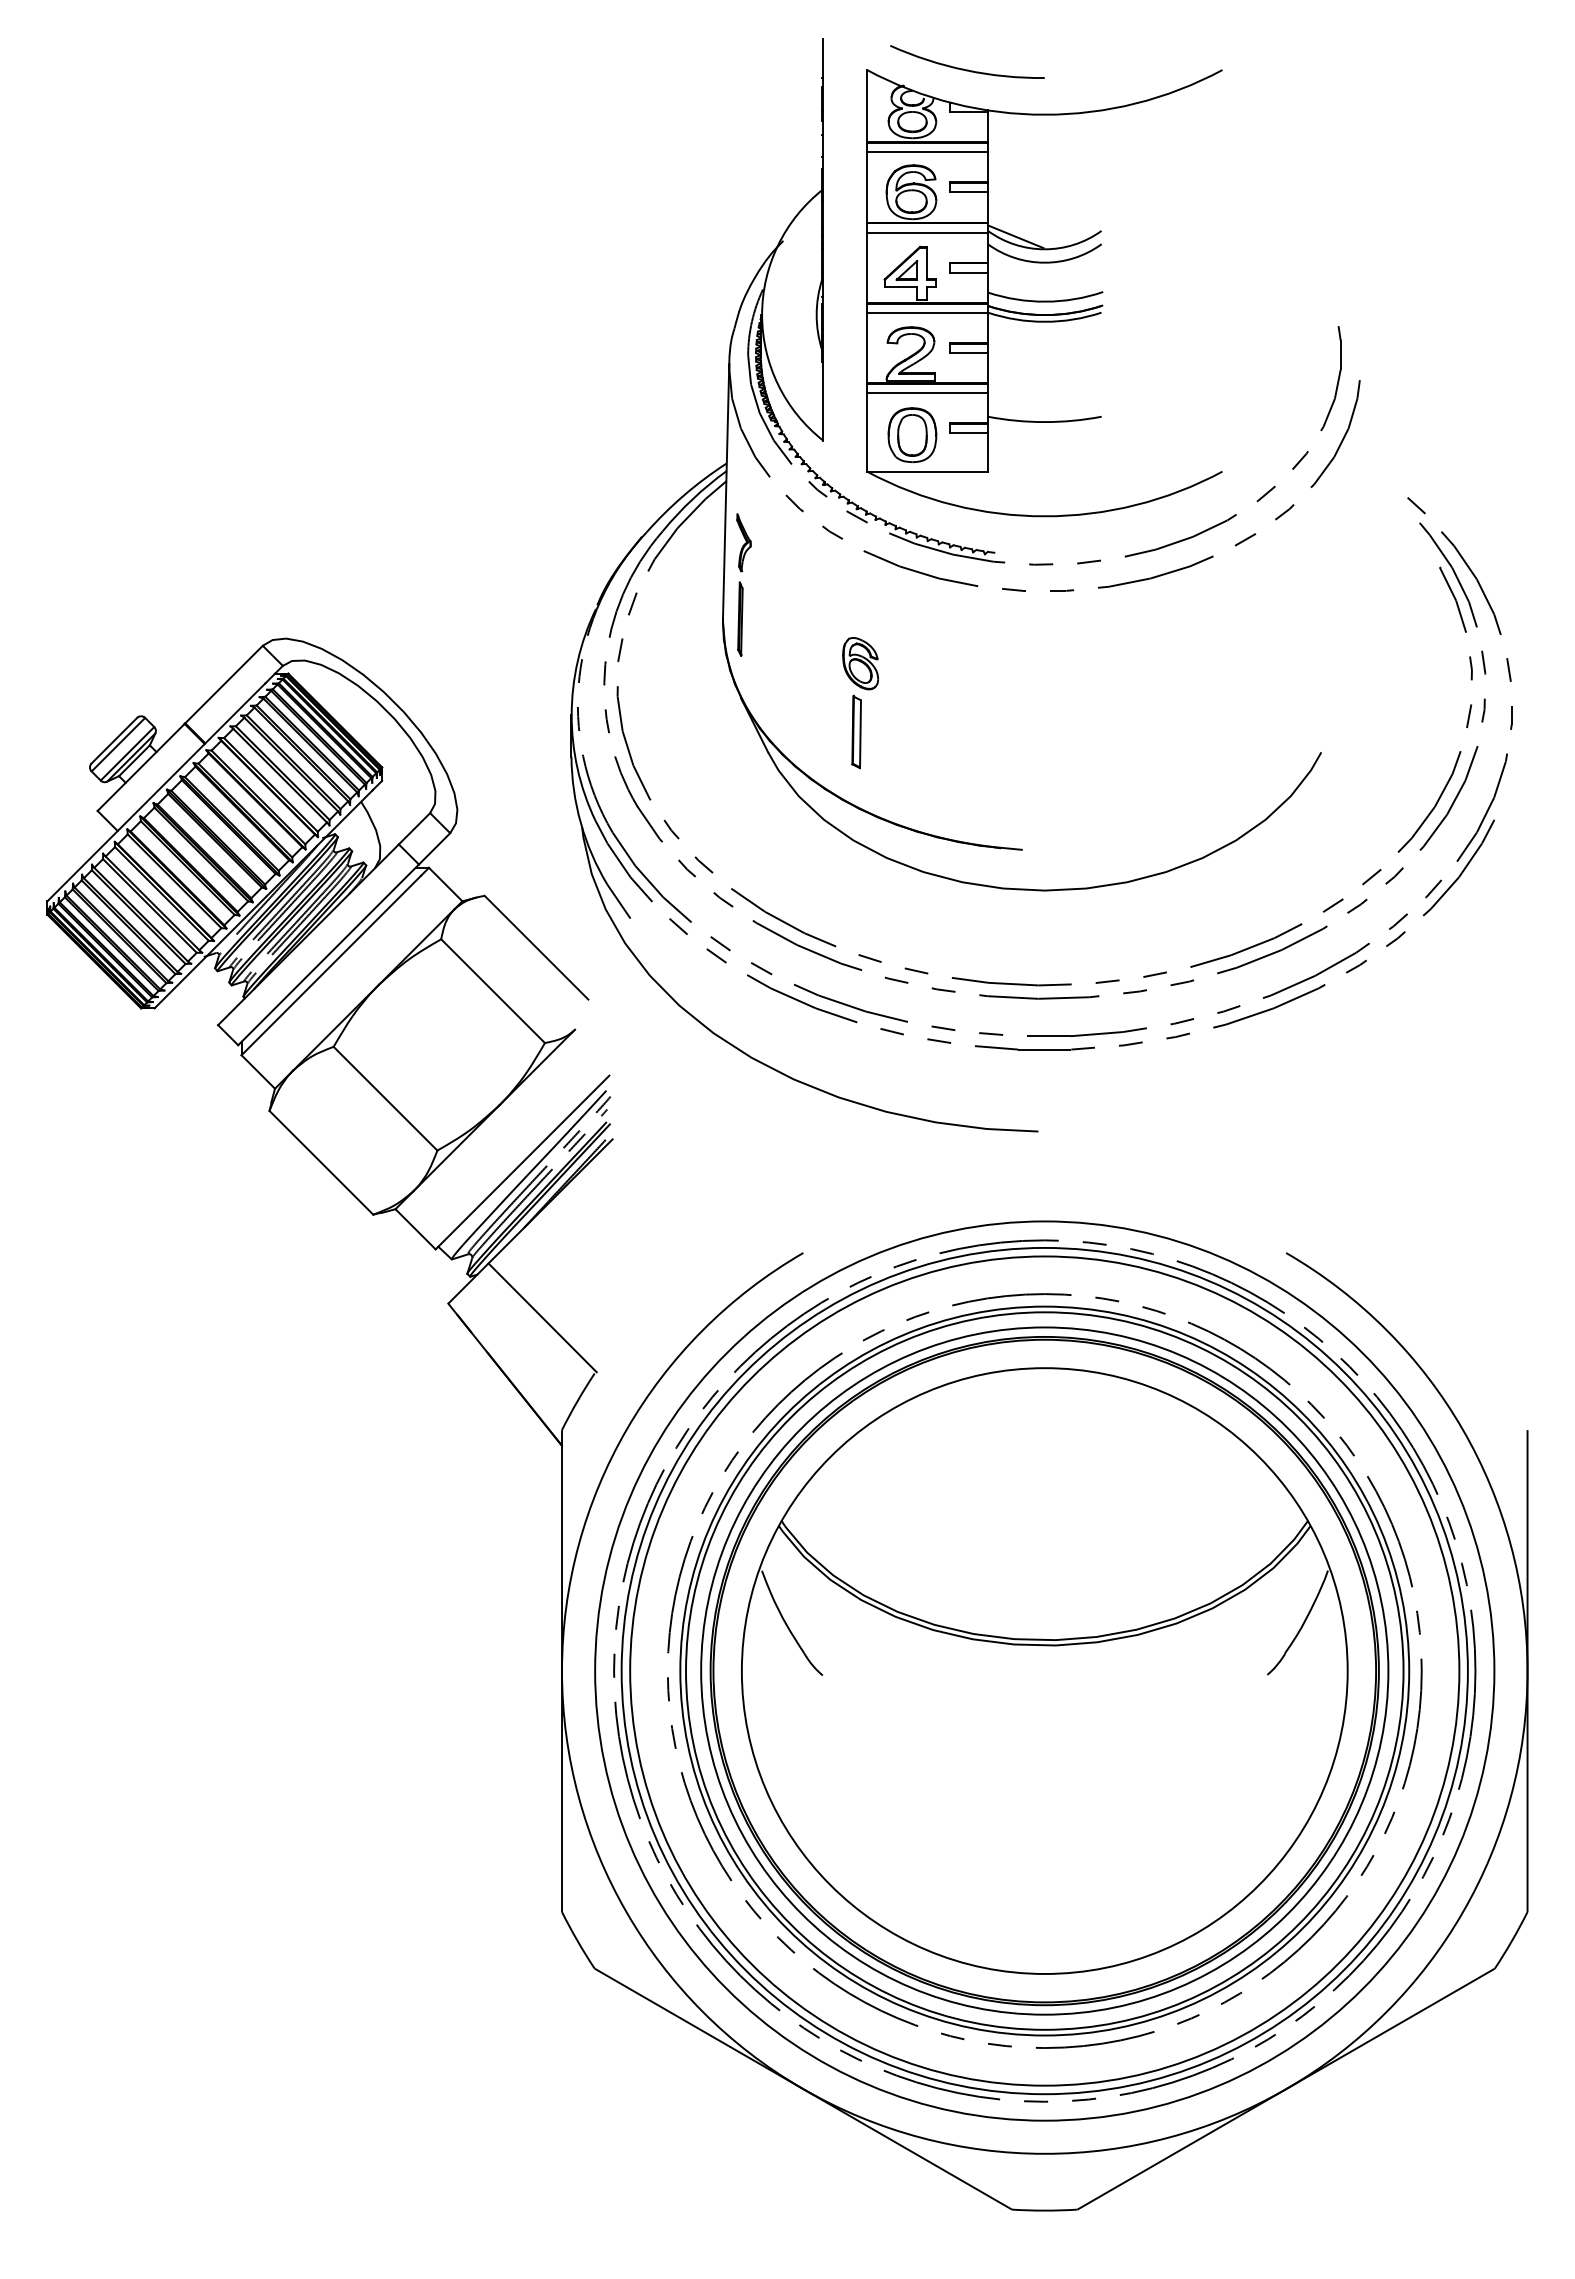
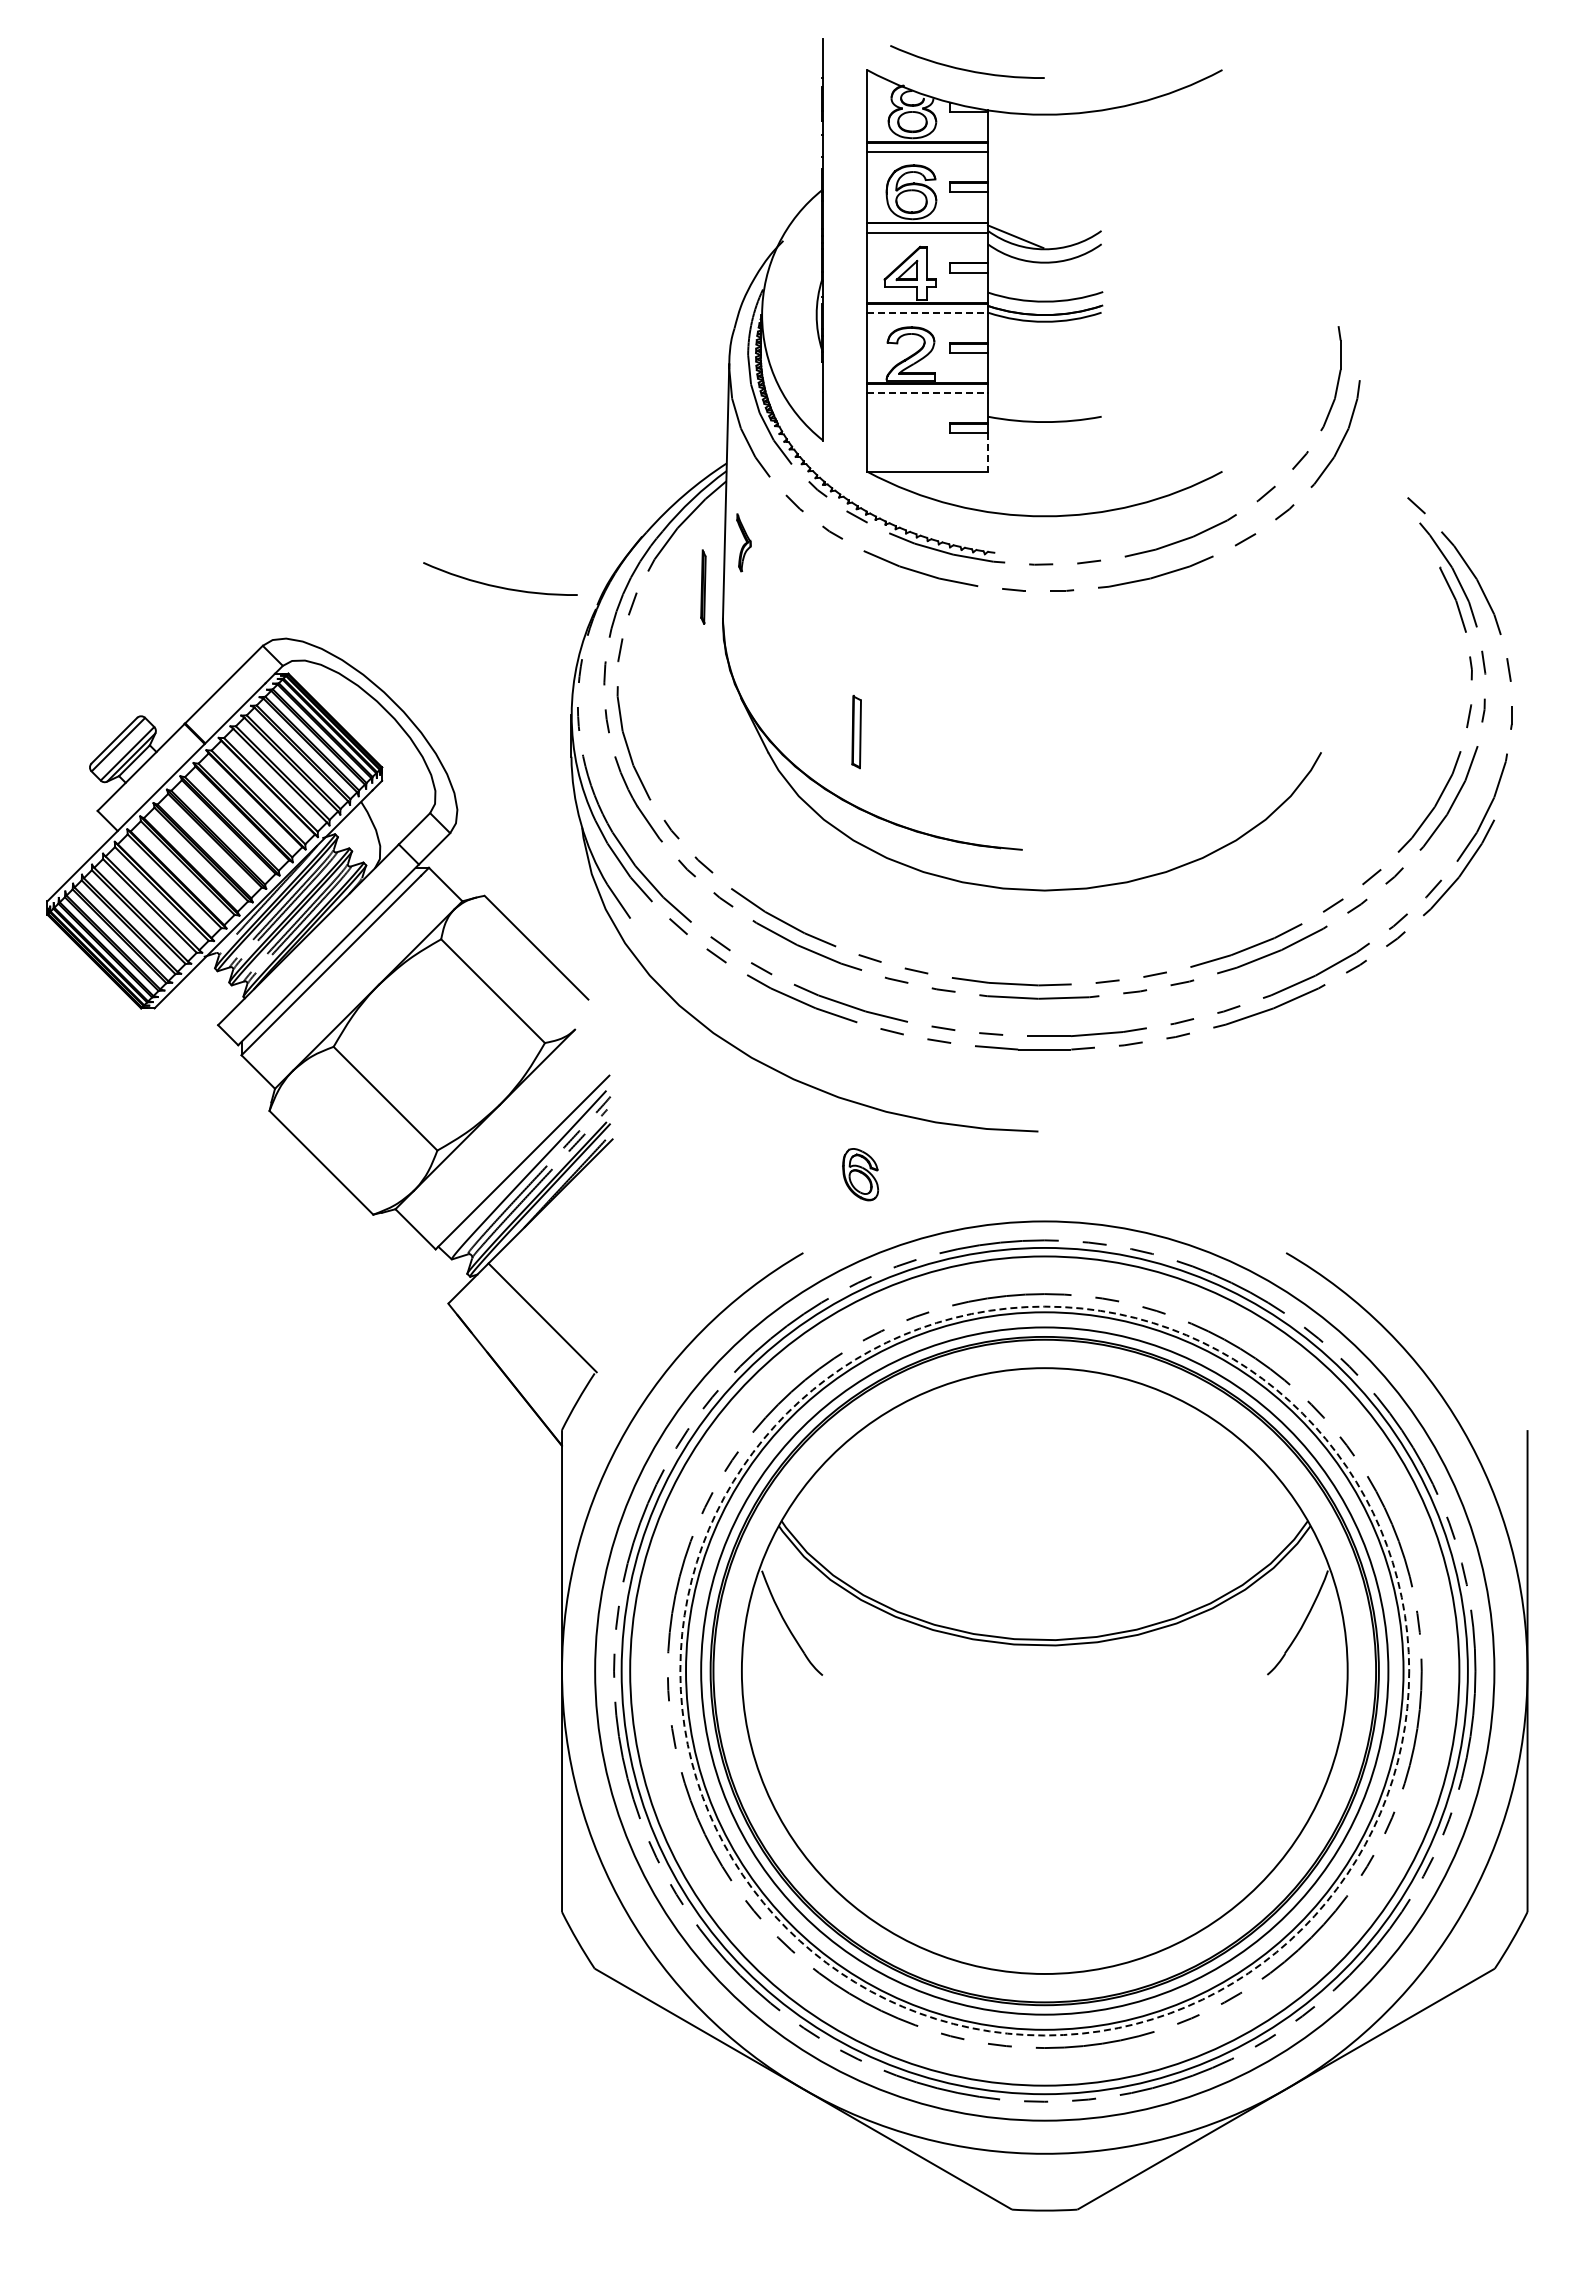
line at (928, 312): solid -> dashed
line at (928, 393): solid -> dashed
part at (912, 435): present -> none
line at (987, 453): solid -> dashed
arc at (500, 586): none -> present
part at (740, 618) position: (740, 618) -> (703, 586)
part at (860, 663) position: (860, 663) -> (860, 1174)
circle at (1044, 1670): solid -> dashed
